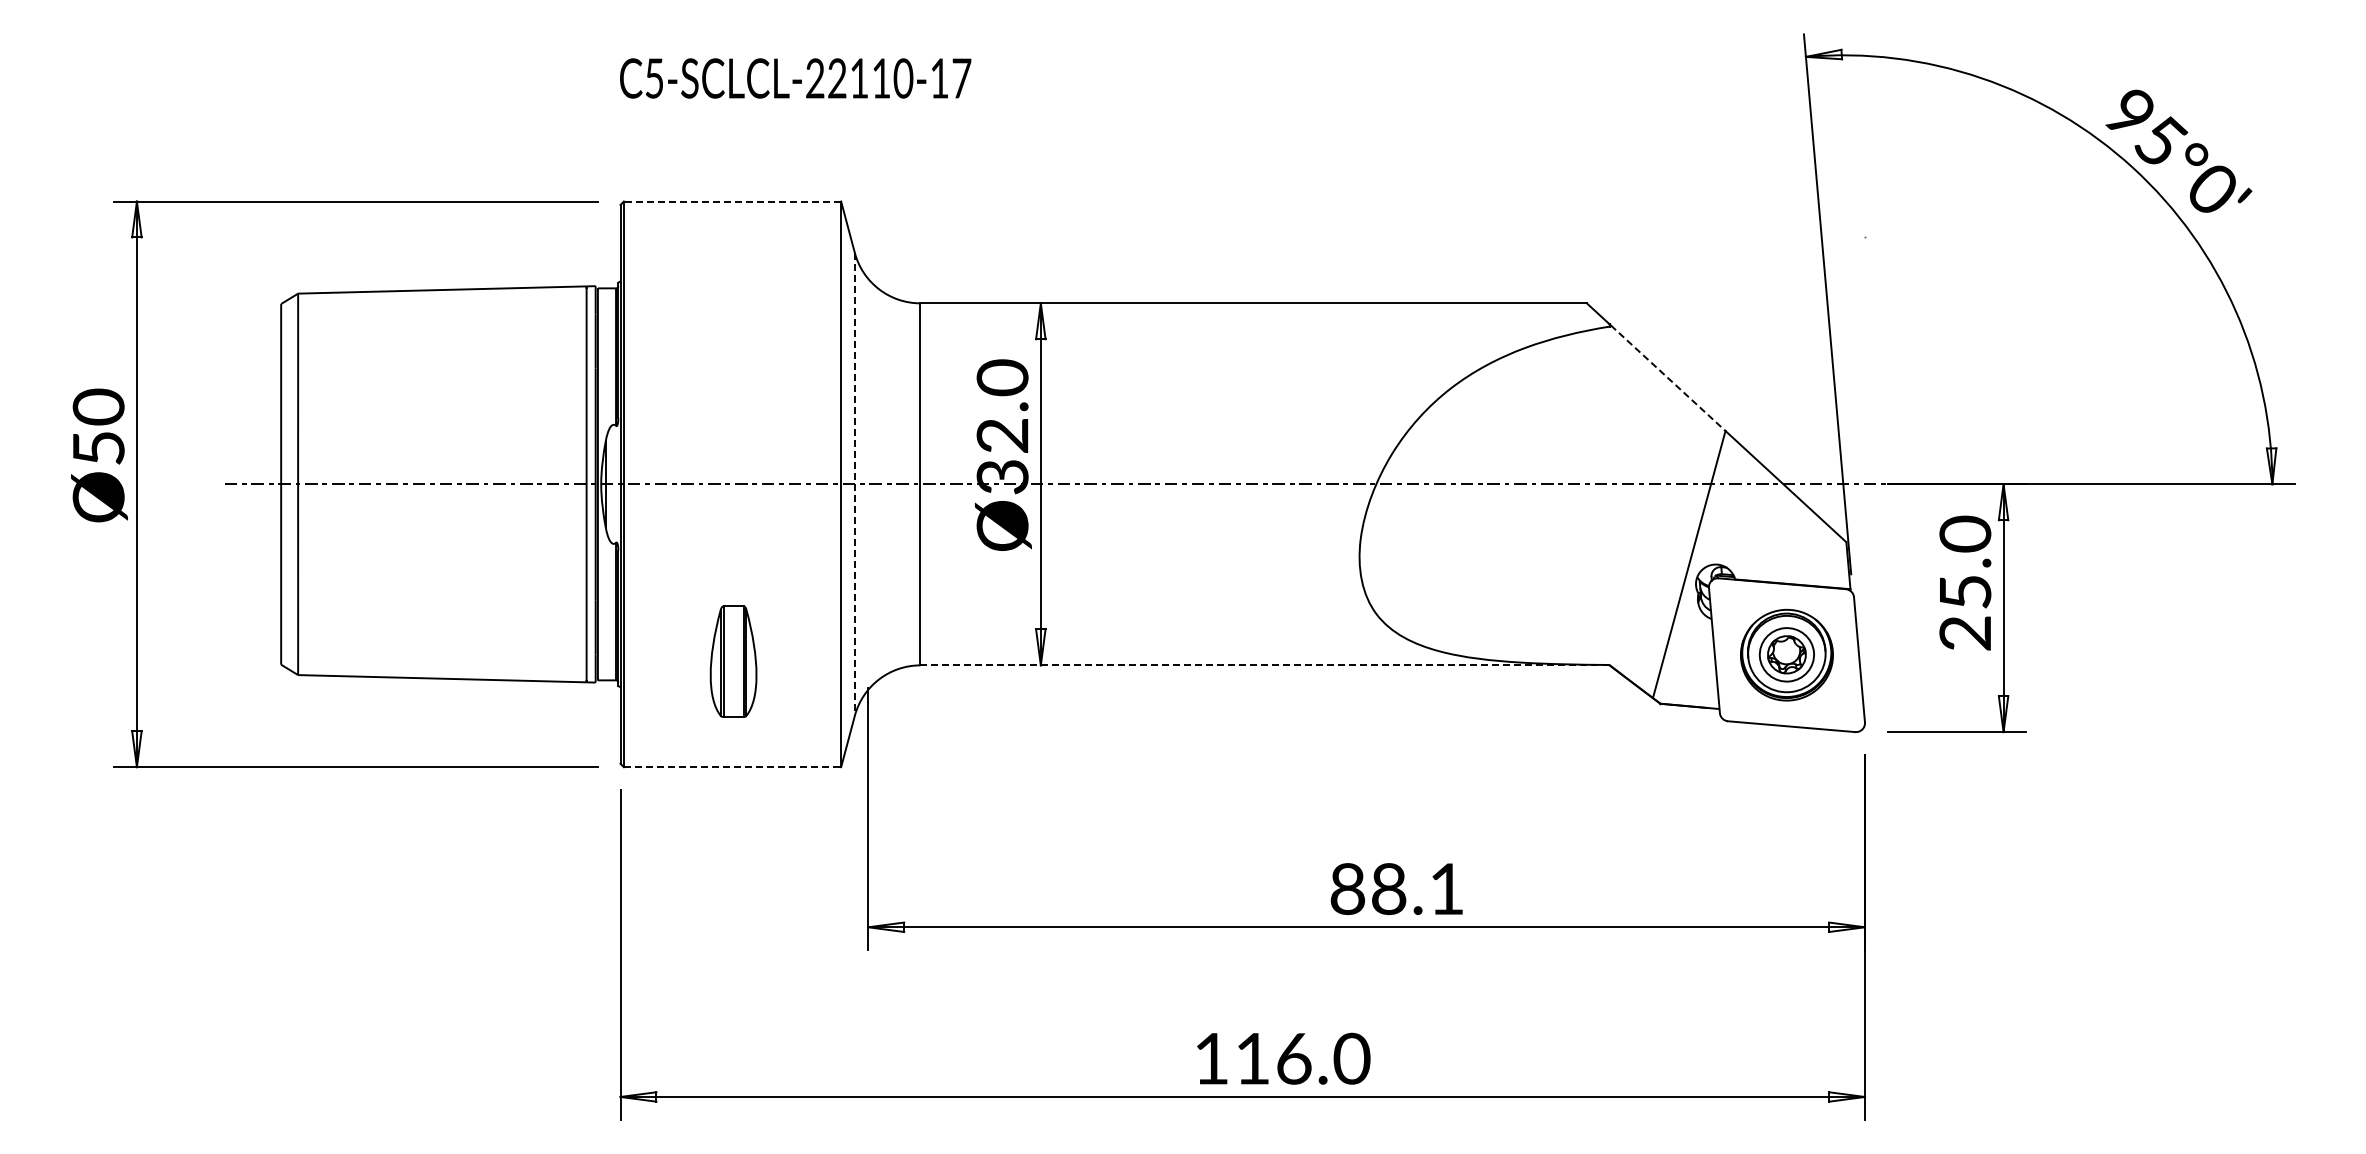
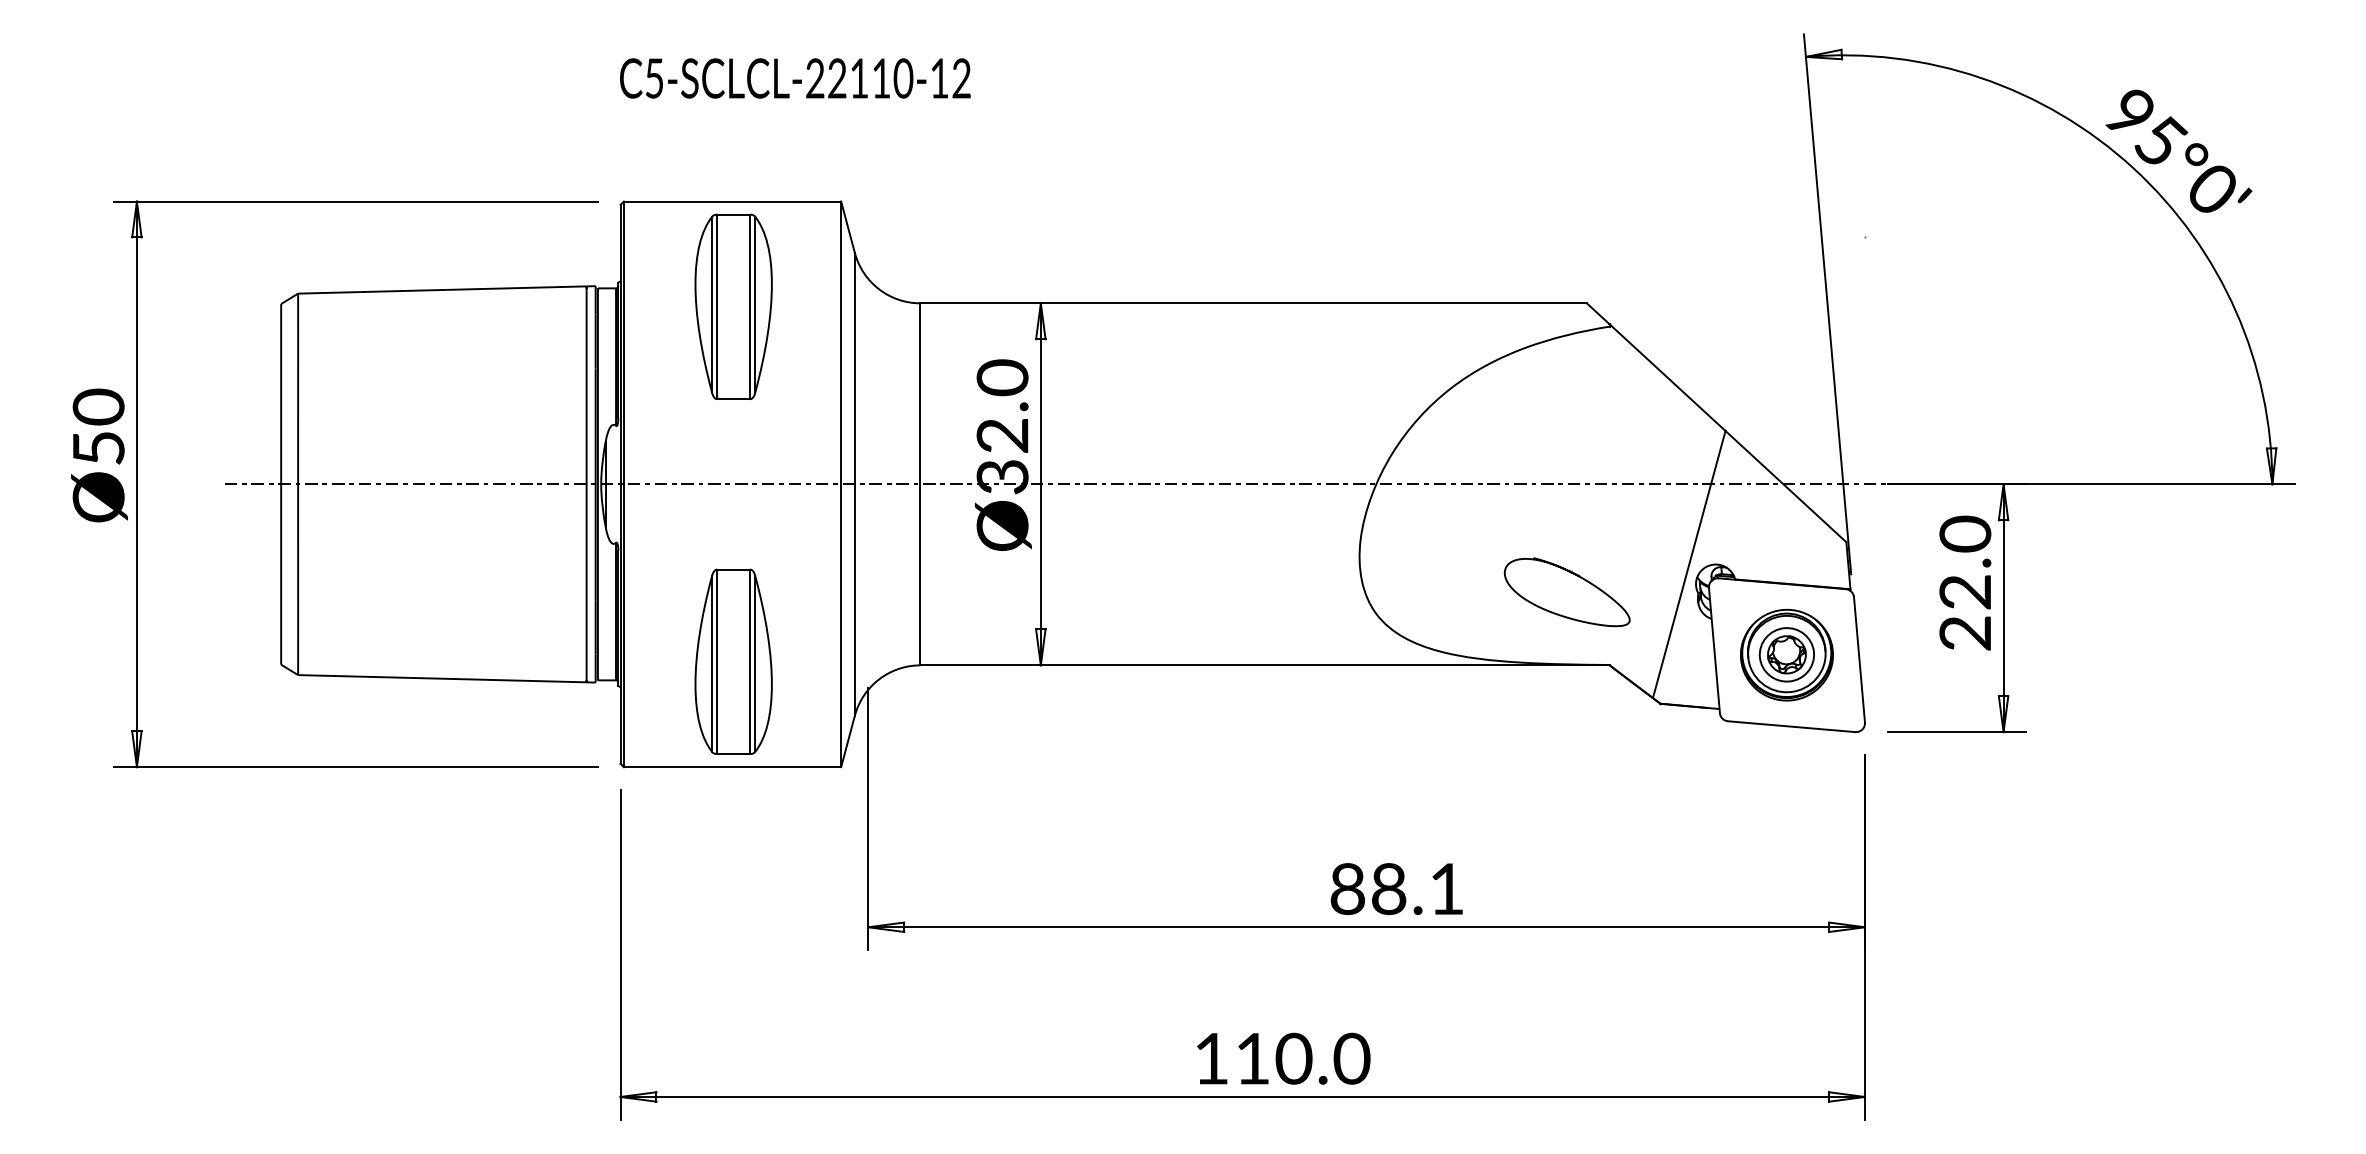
text at (961, 78): C5-SCLCL-22110-17 -> C5-SCLCL-22110-12
line at (732, 201): dashed -> solid
part at (733, 306): none -> present
line at (1668, 378): dashed -> solid
line at (854, 484): dashed -> solid
curve at (1578, 577): none -> present
text at (1965, 592): 25.0 -> 22.0
part at (733, 661) size: 49x113 px -> 79x187 px
line at (1264, 665): dashed -> solid
line at (732, 767): dashed -> solid
text at (1293, 1058): 116.0 -> 110.0
